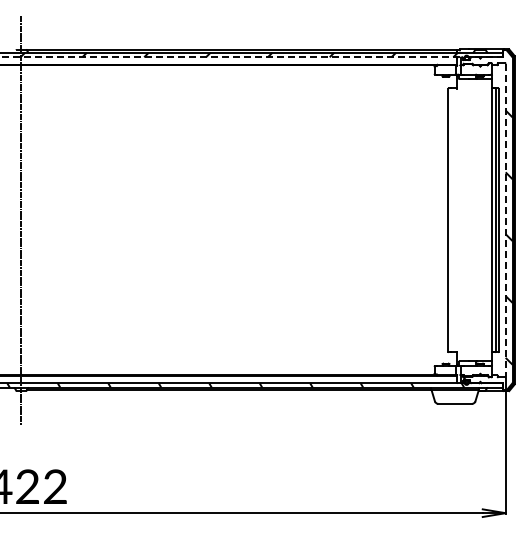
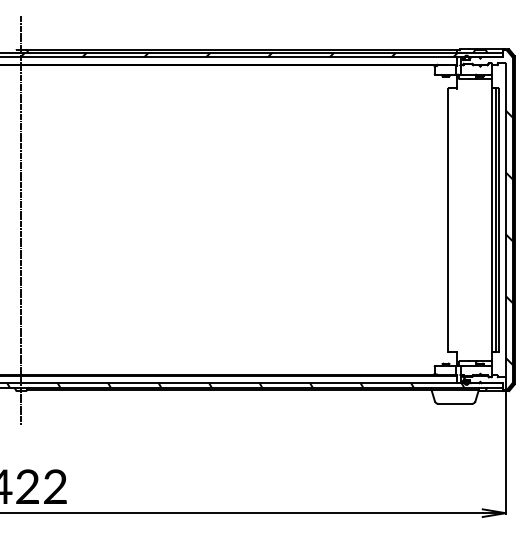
line at (251, 57): dashed -> solid
line at (505, 220): dashed -> solid
